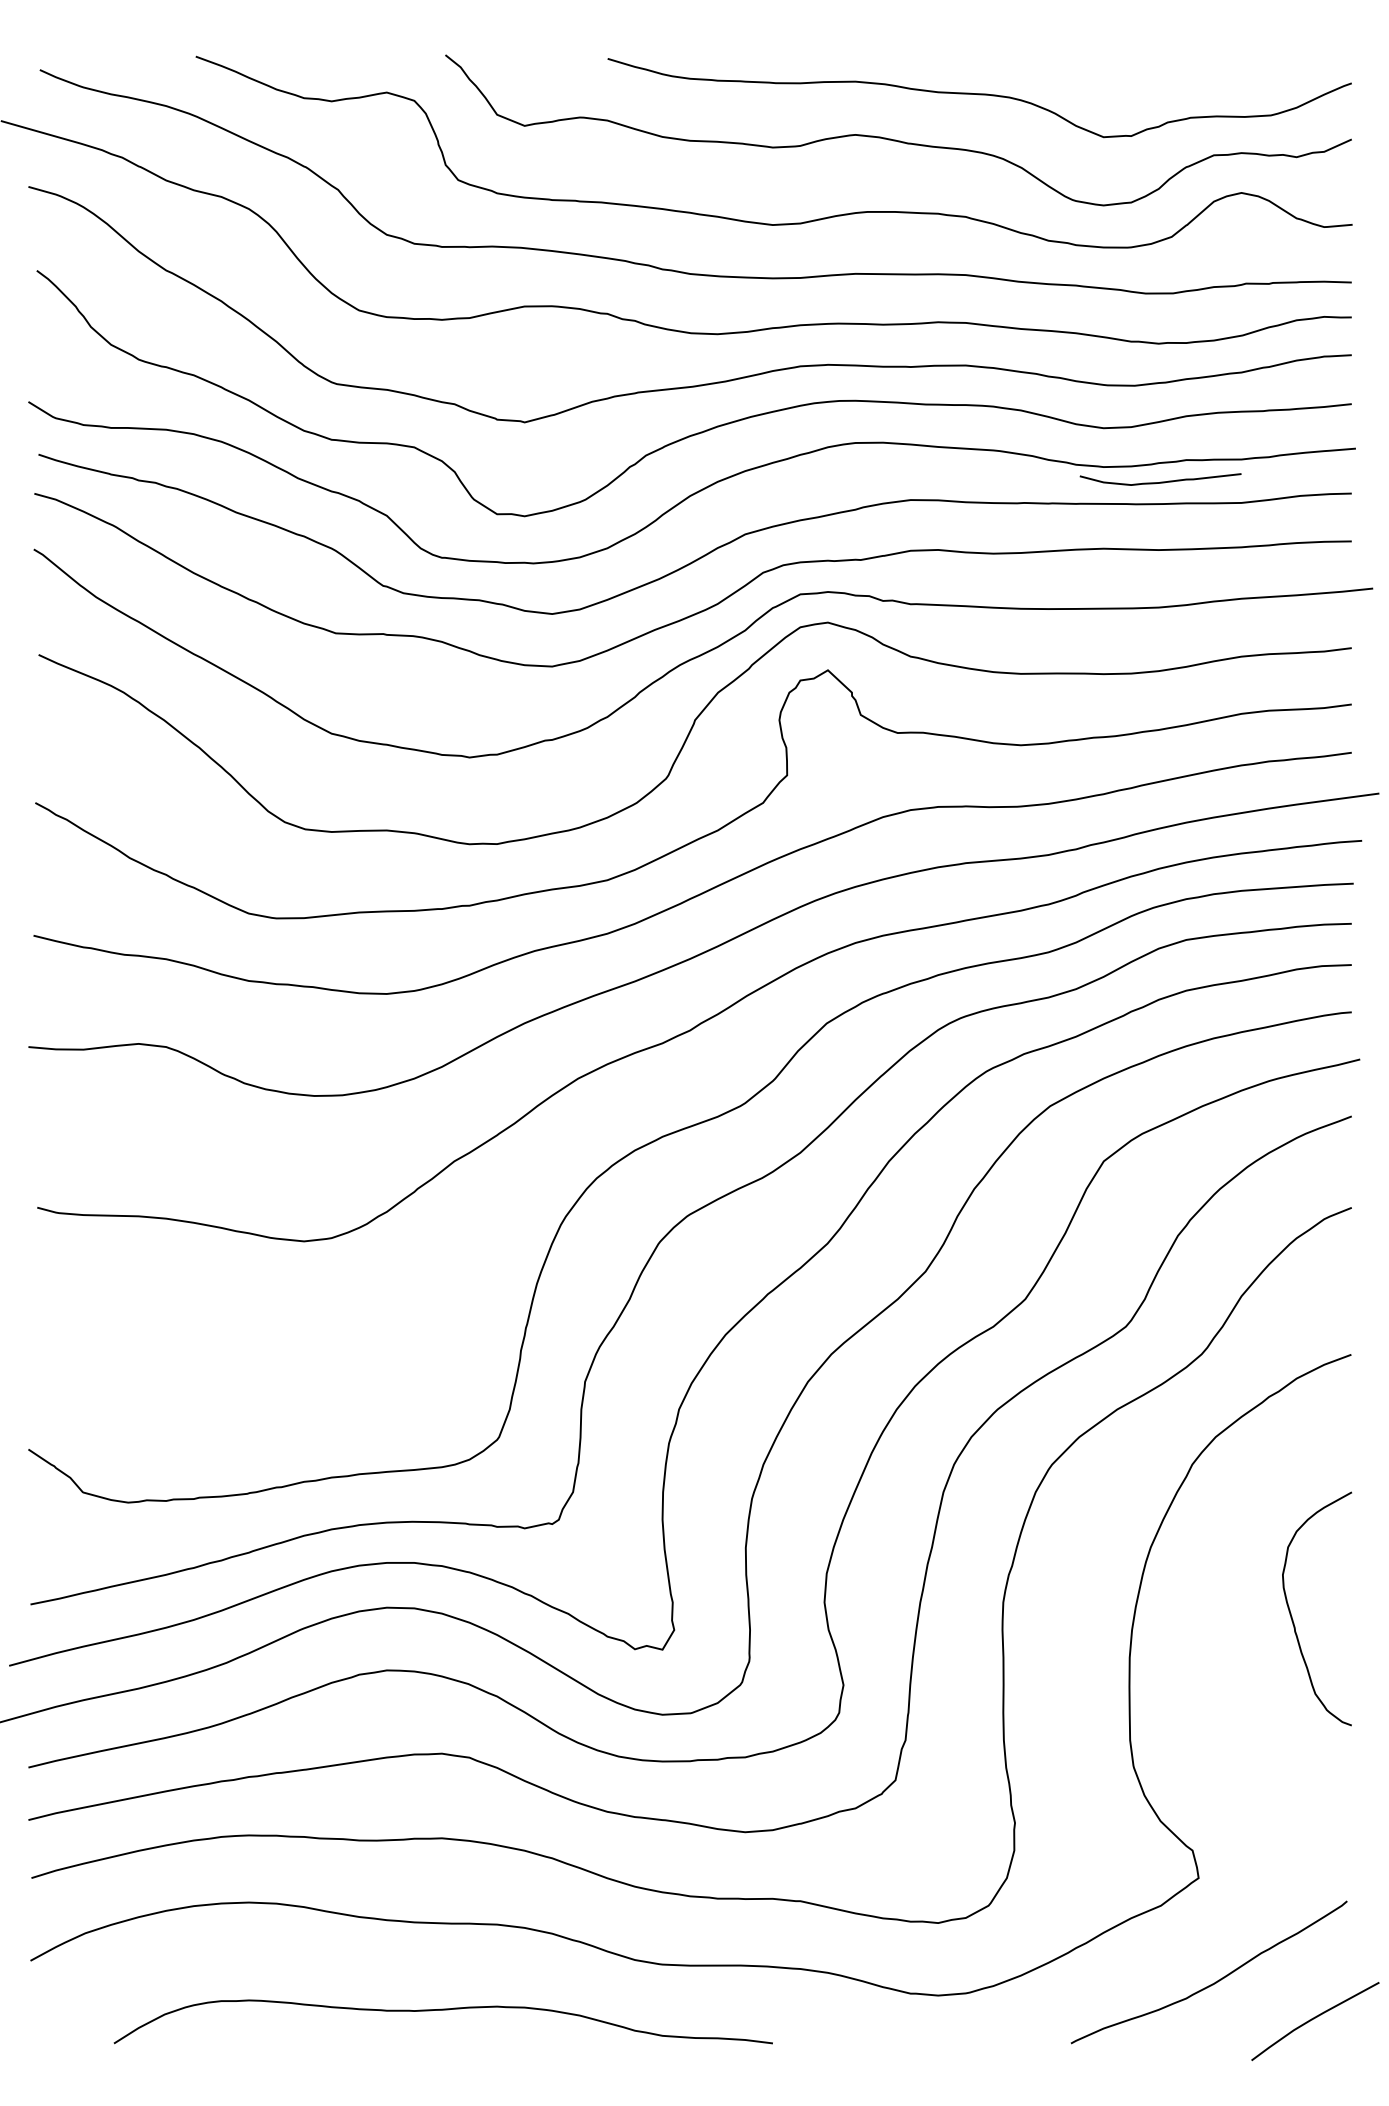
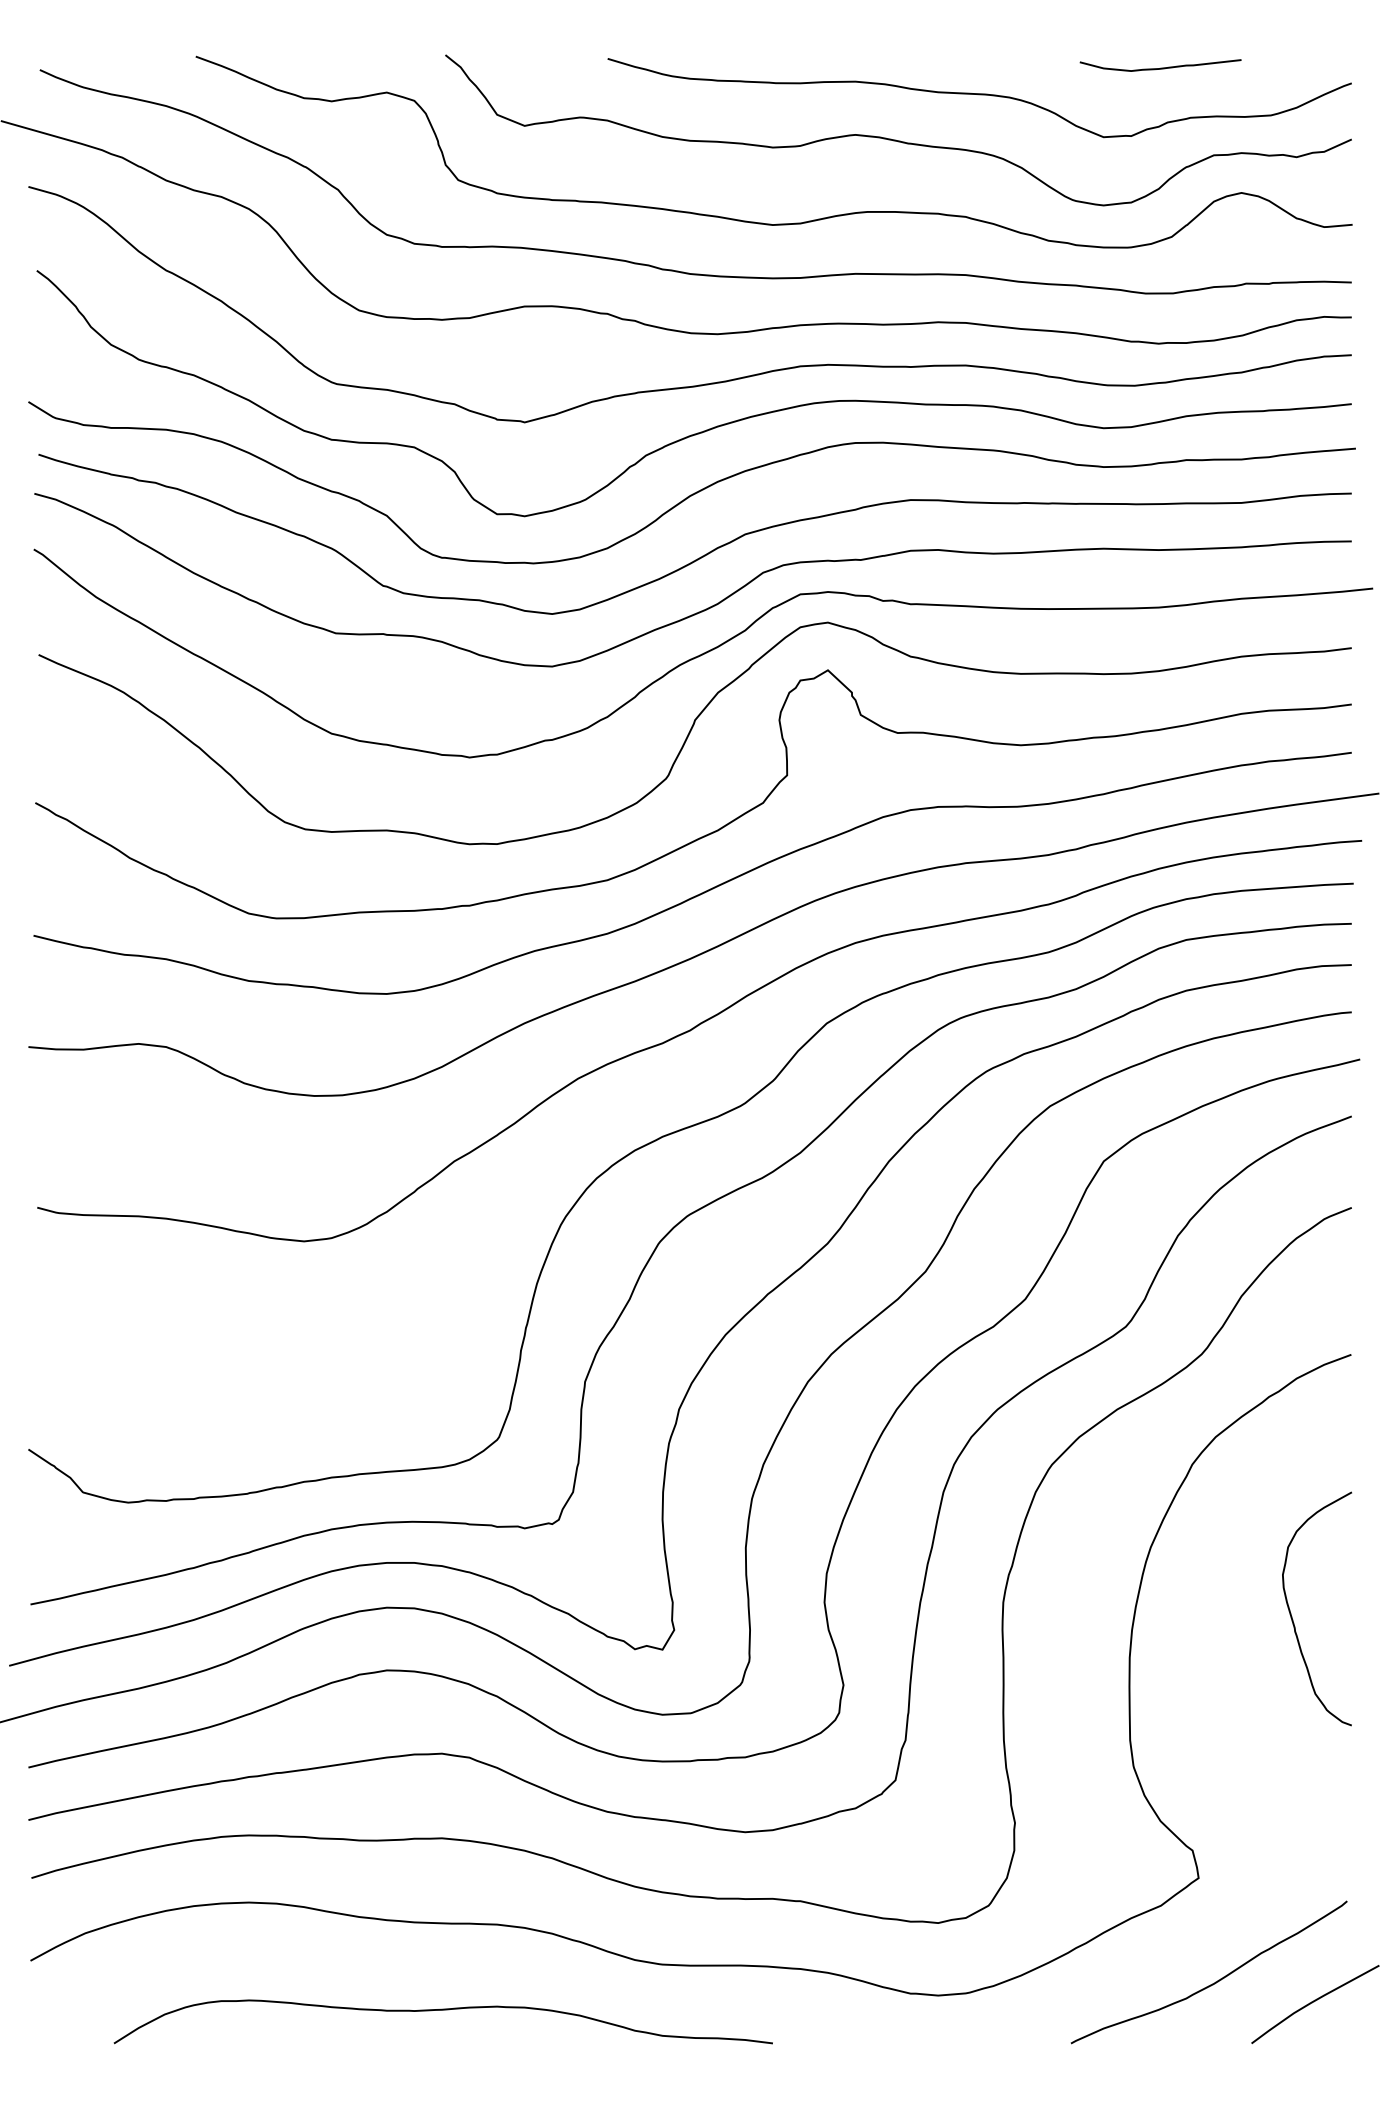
curve at (1160, 481) position: (1160, 481) -> (1160, 67)
curve at (1314, 2019) position: (1314, 2019) -> (1314, 2002)
